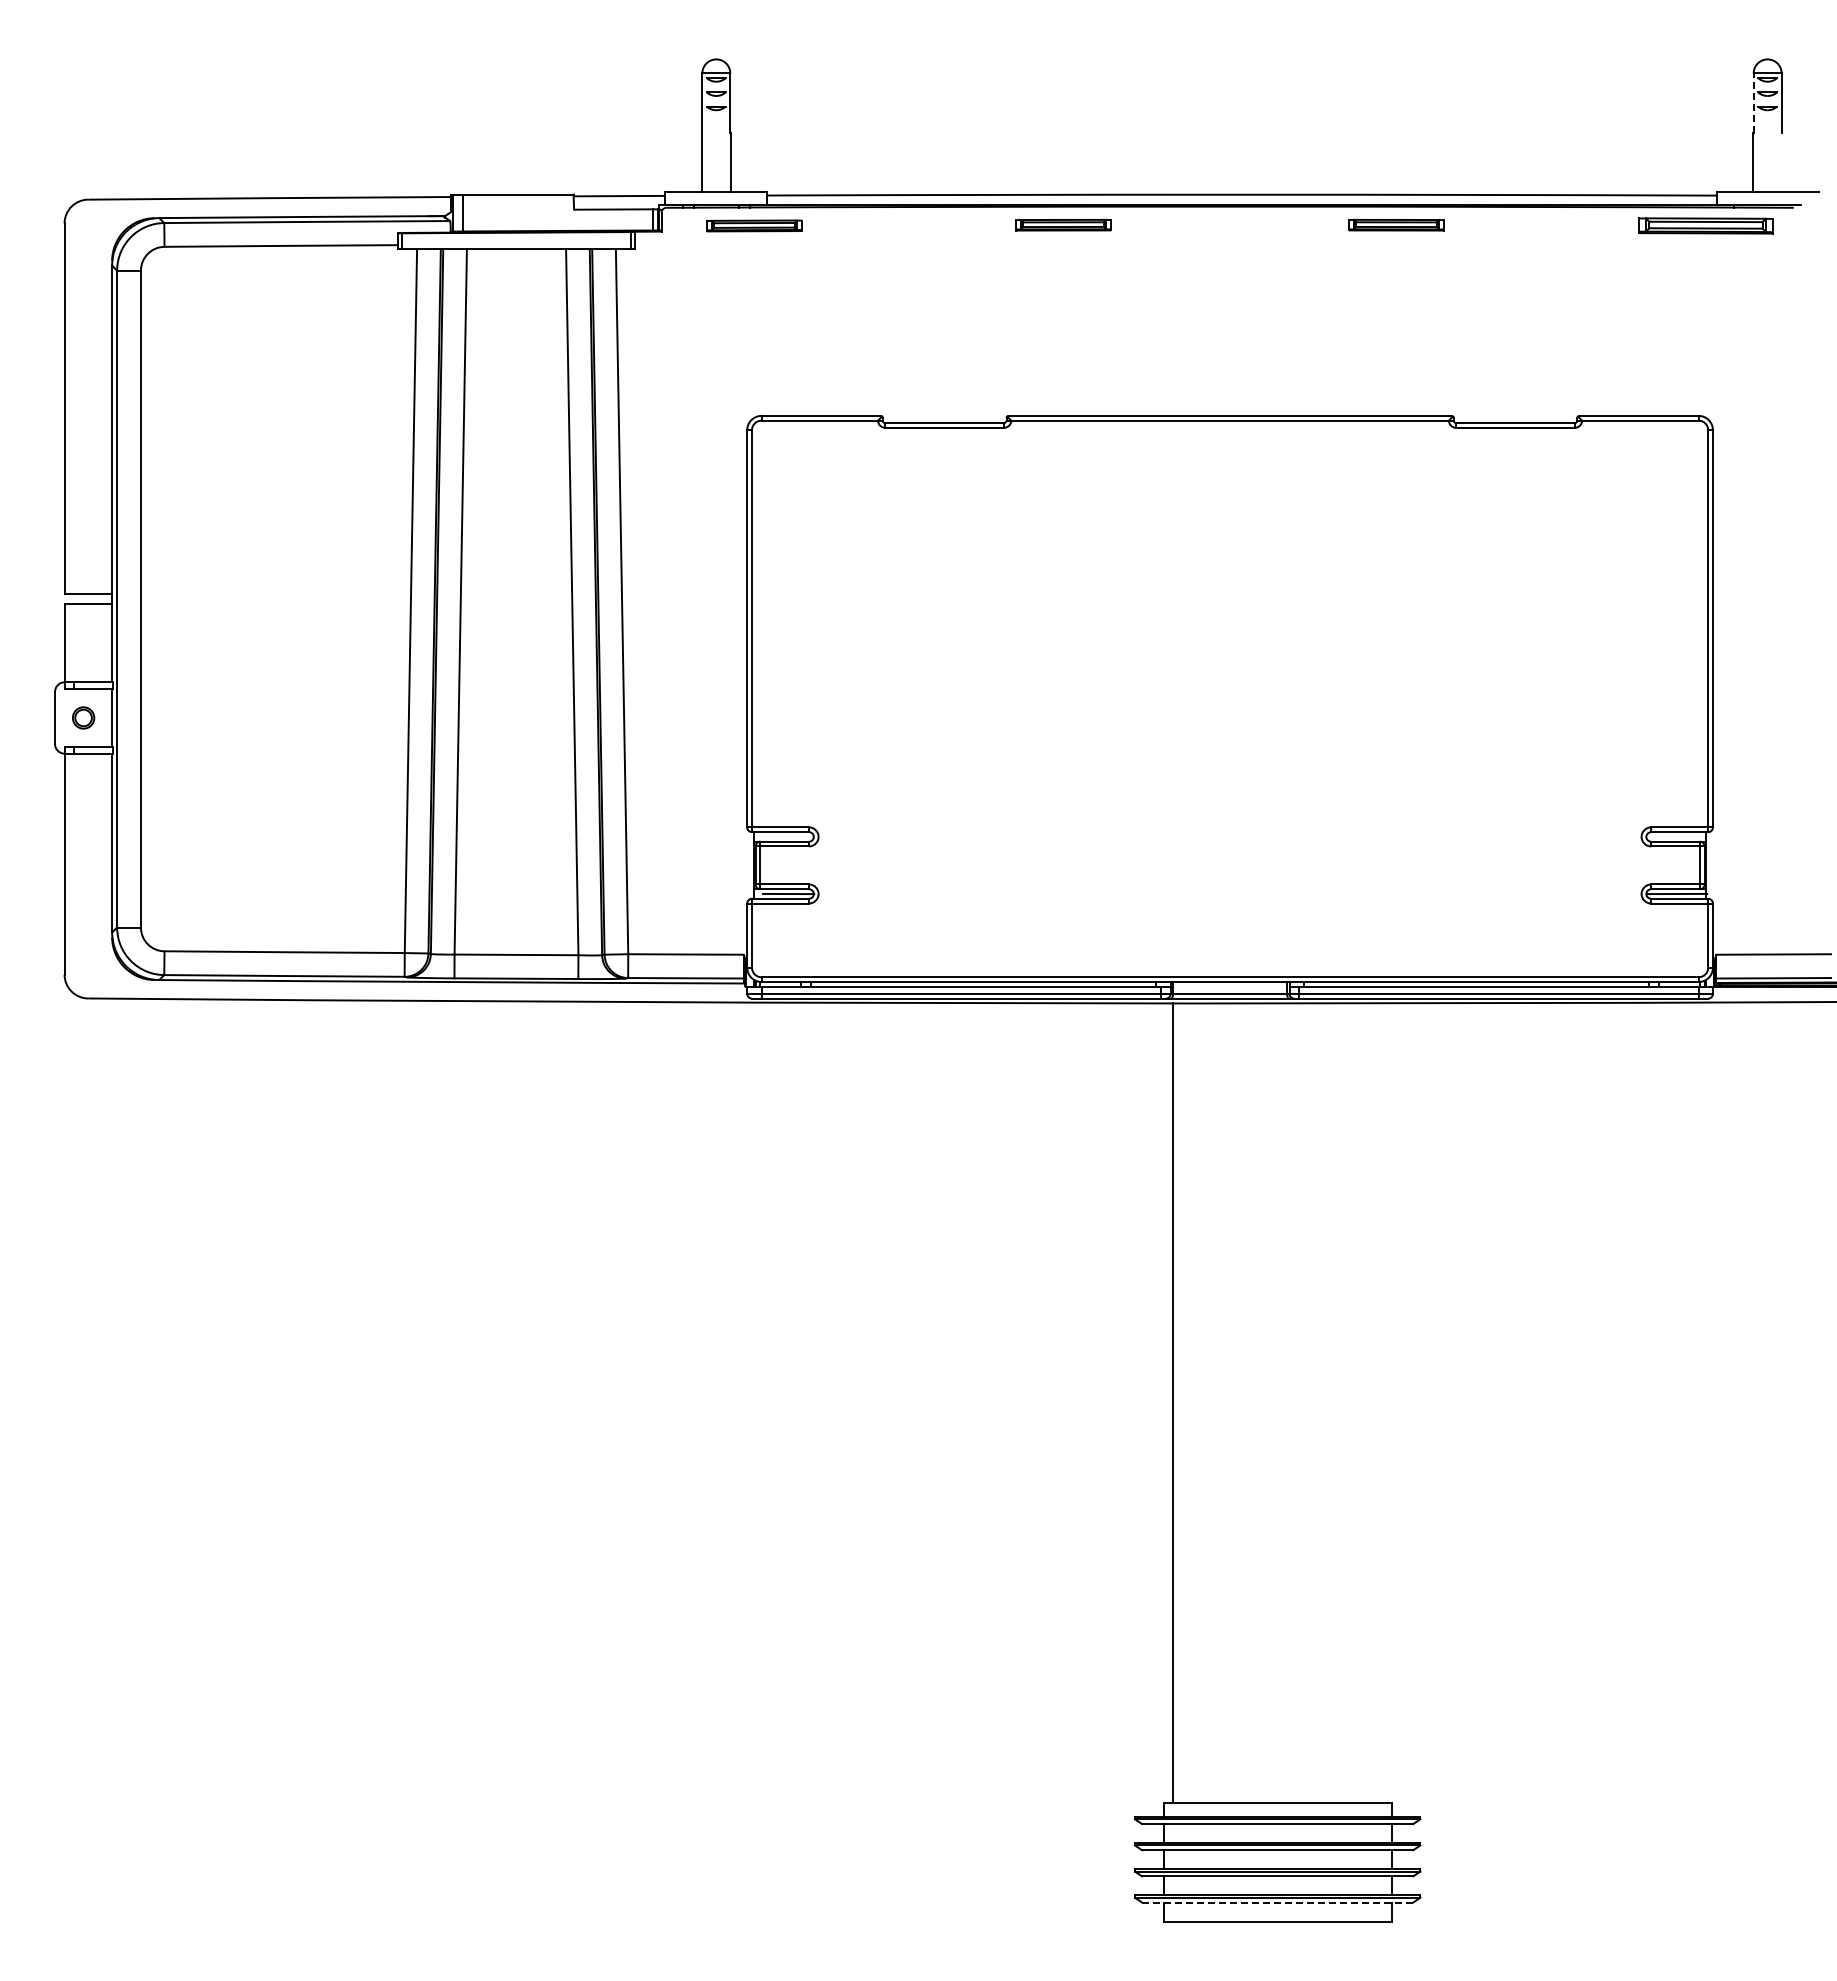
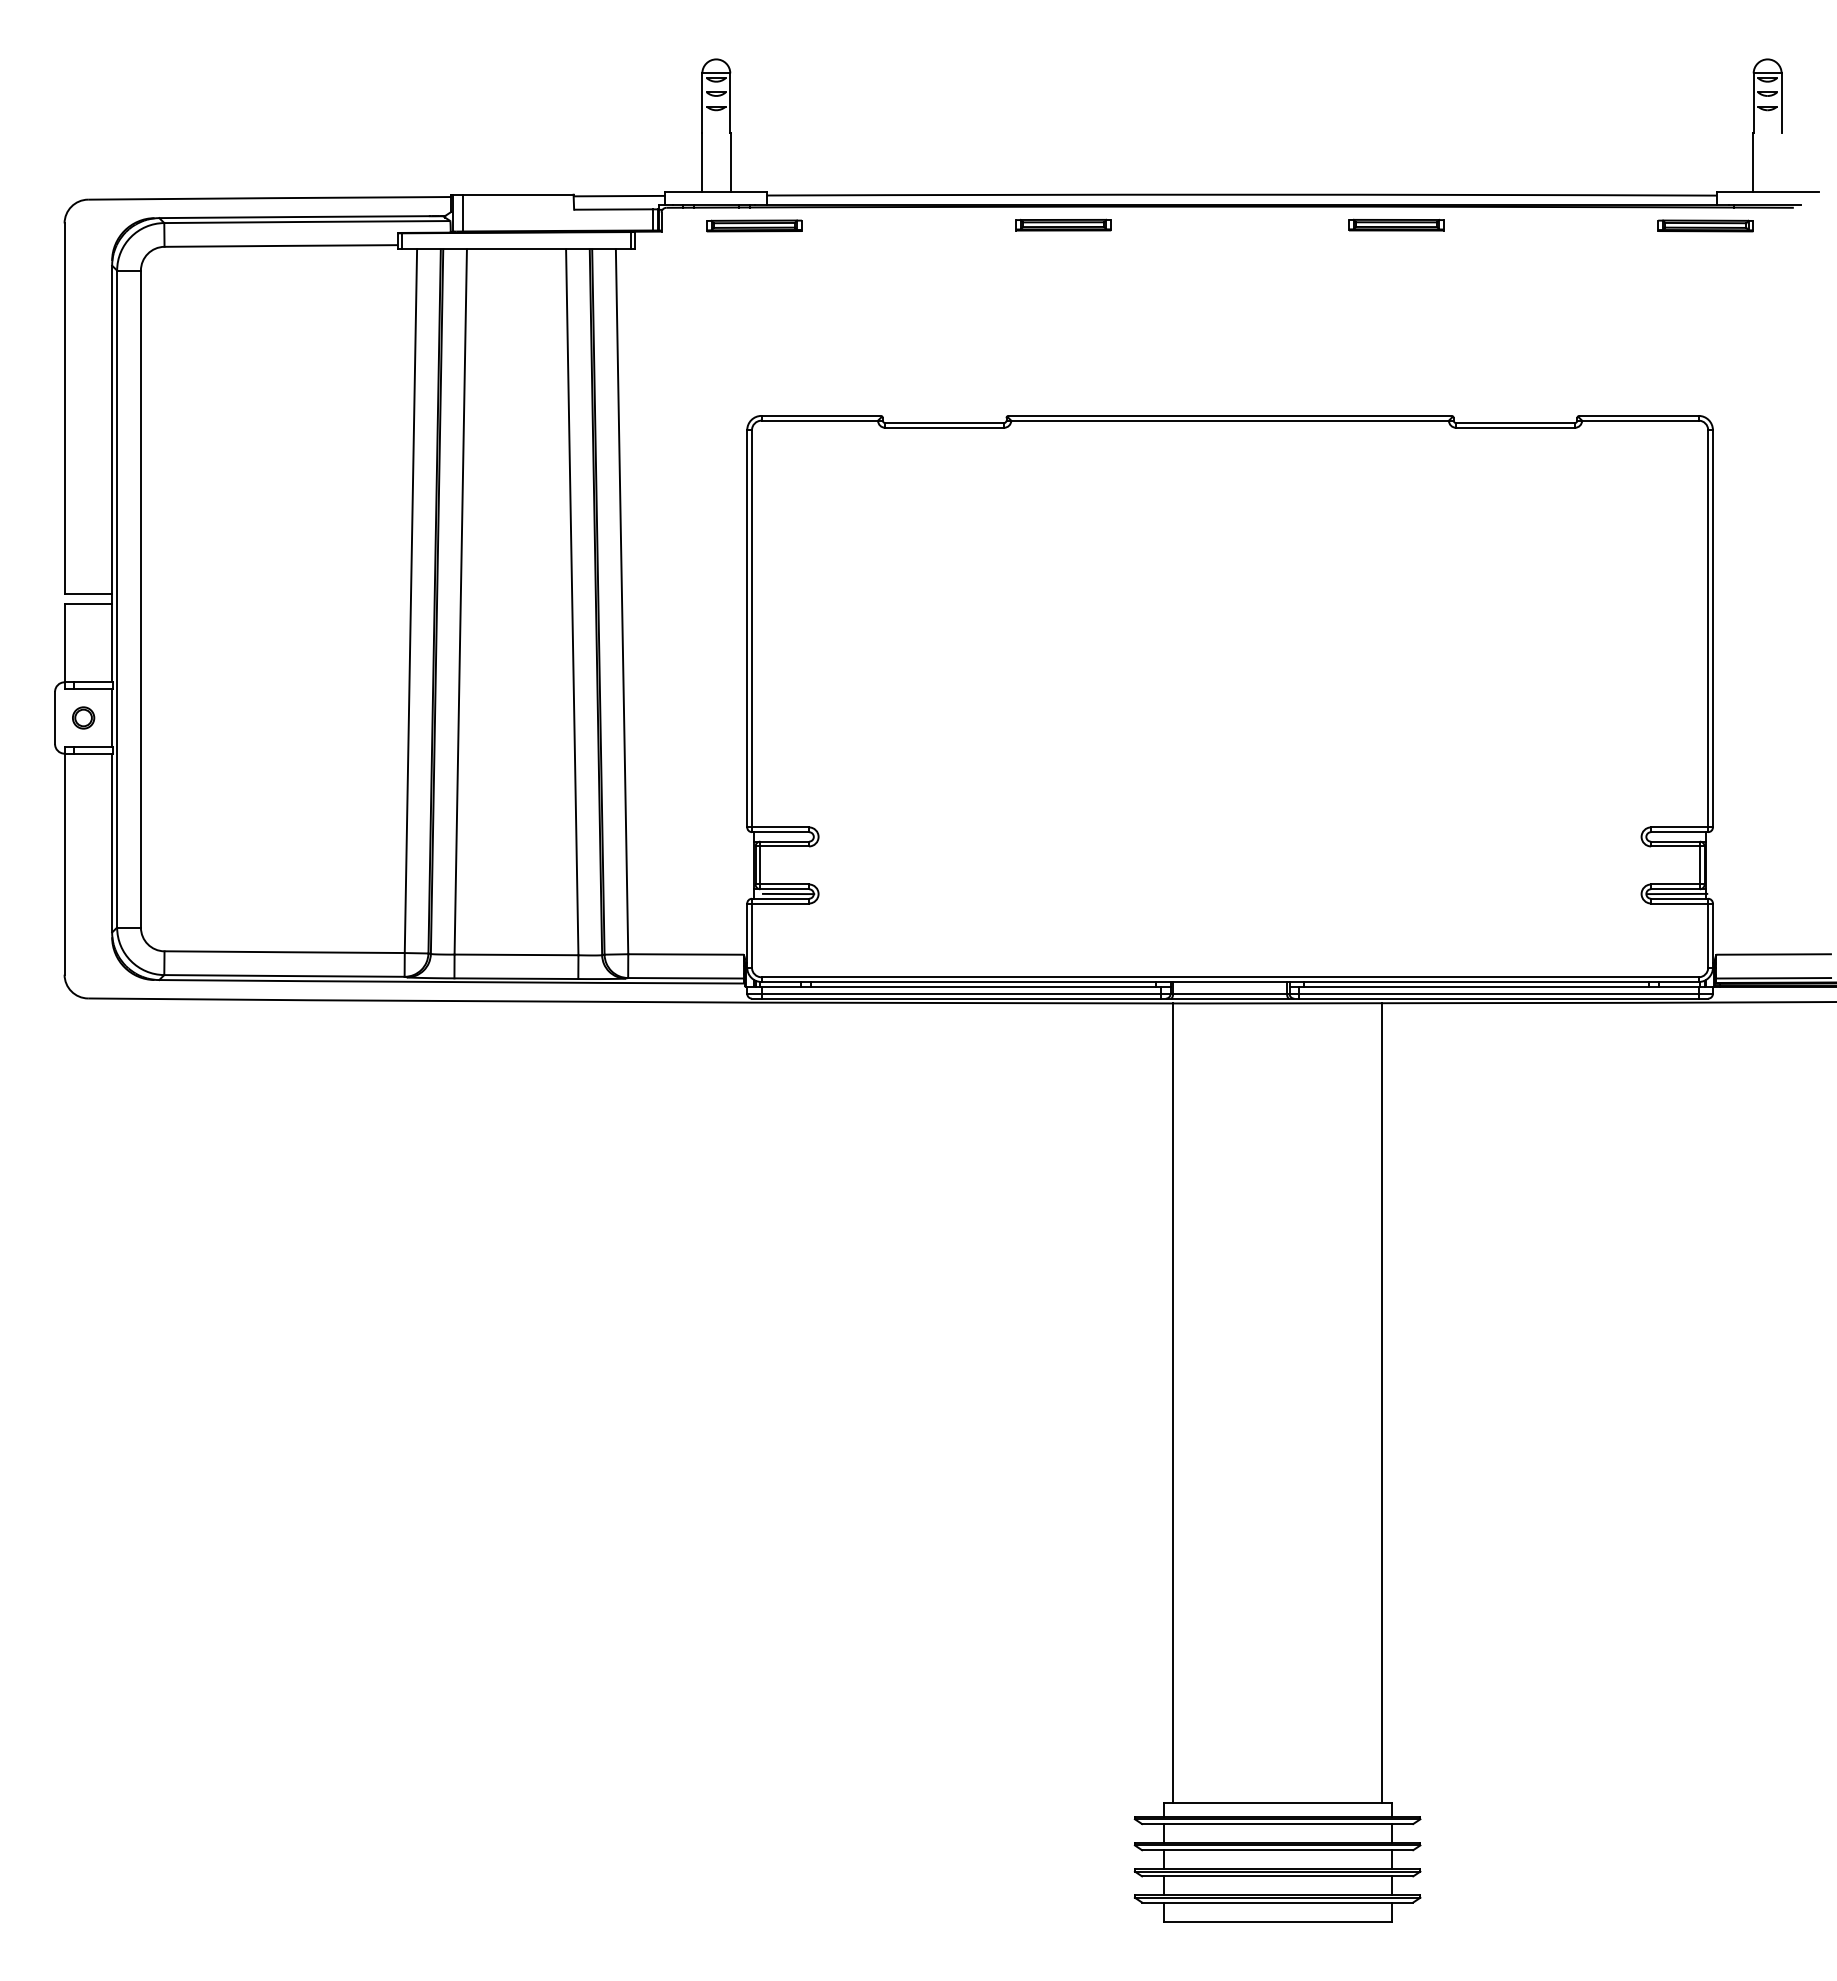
line at (1753, 103): dashed -> solid
part at (1705, 225) size: 136x18 px -> 97x14 px
line at (1382, 1402): none -> present
line at (1277, 1902): dashed -> solid
